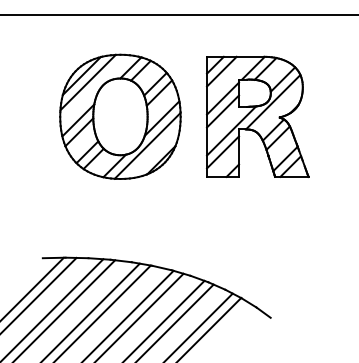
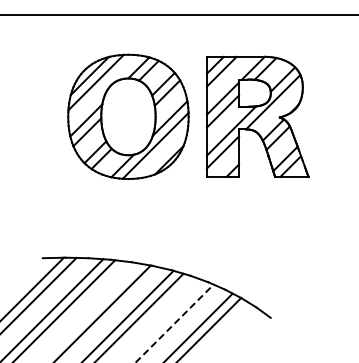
part at (120, 116) position: (120, 116) -> (128, 116)
line at (91, 311): present -> none
line at (164, 319): present -> none
line at (174, 323): solid -> dashed
